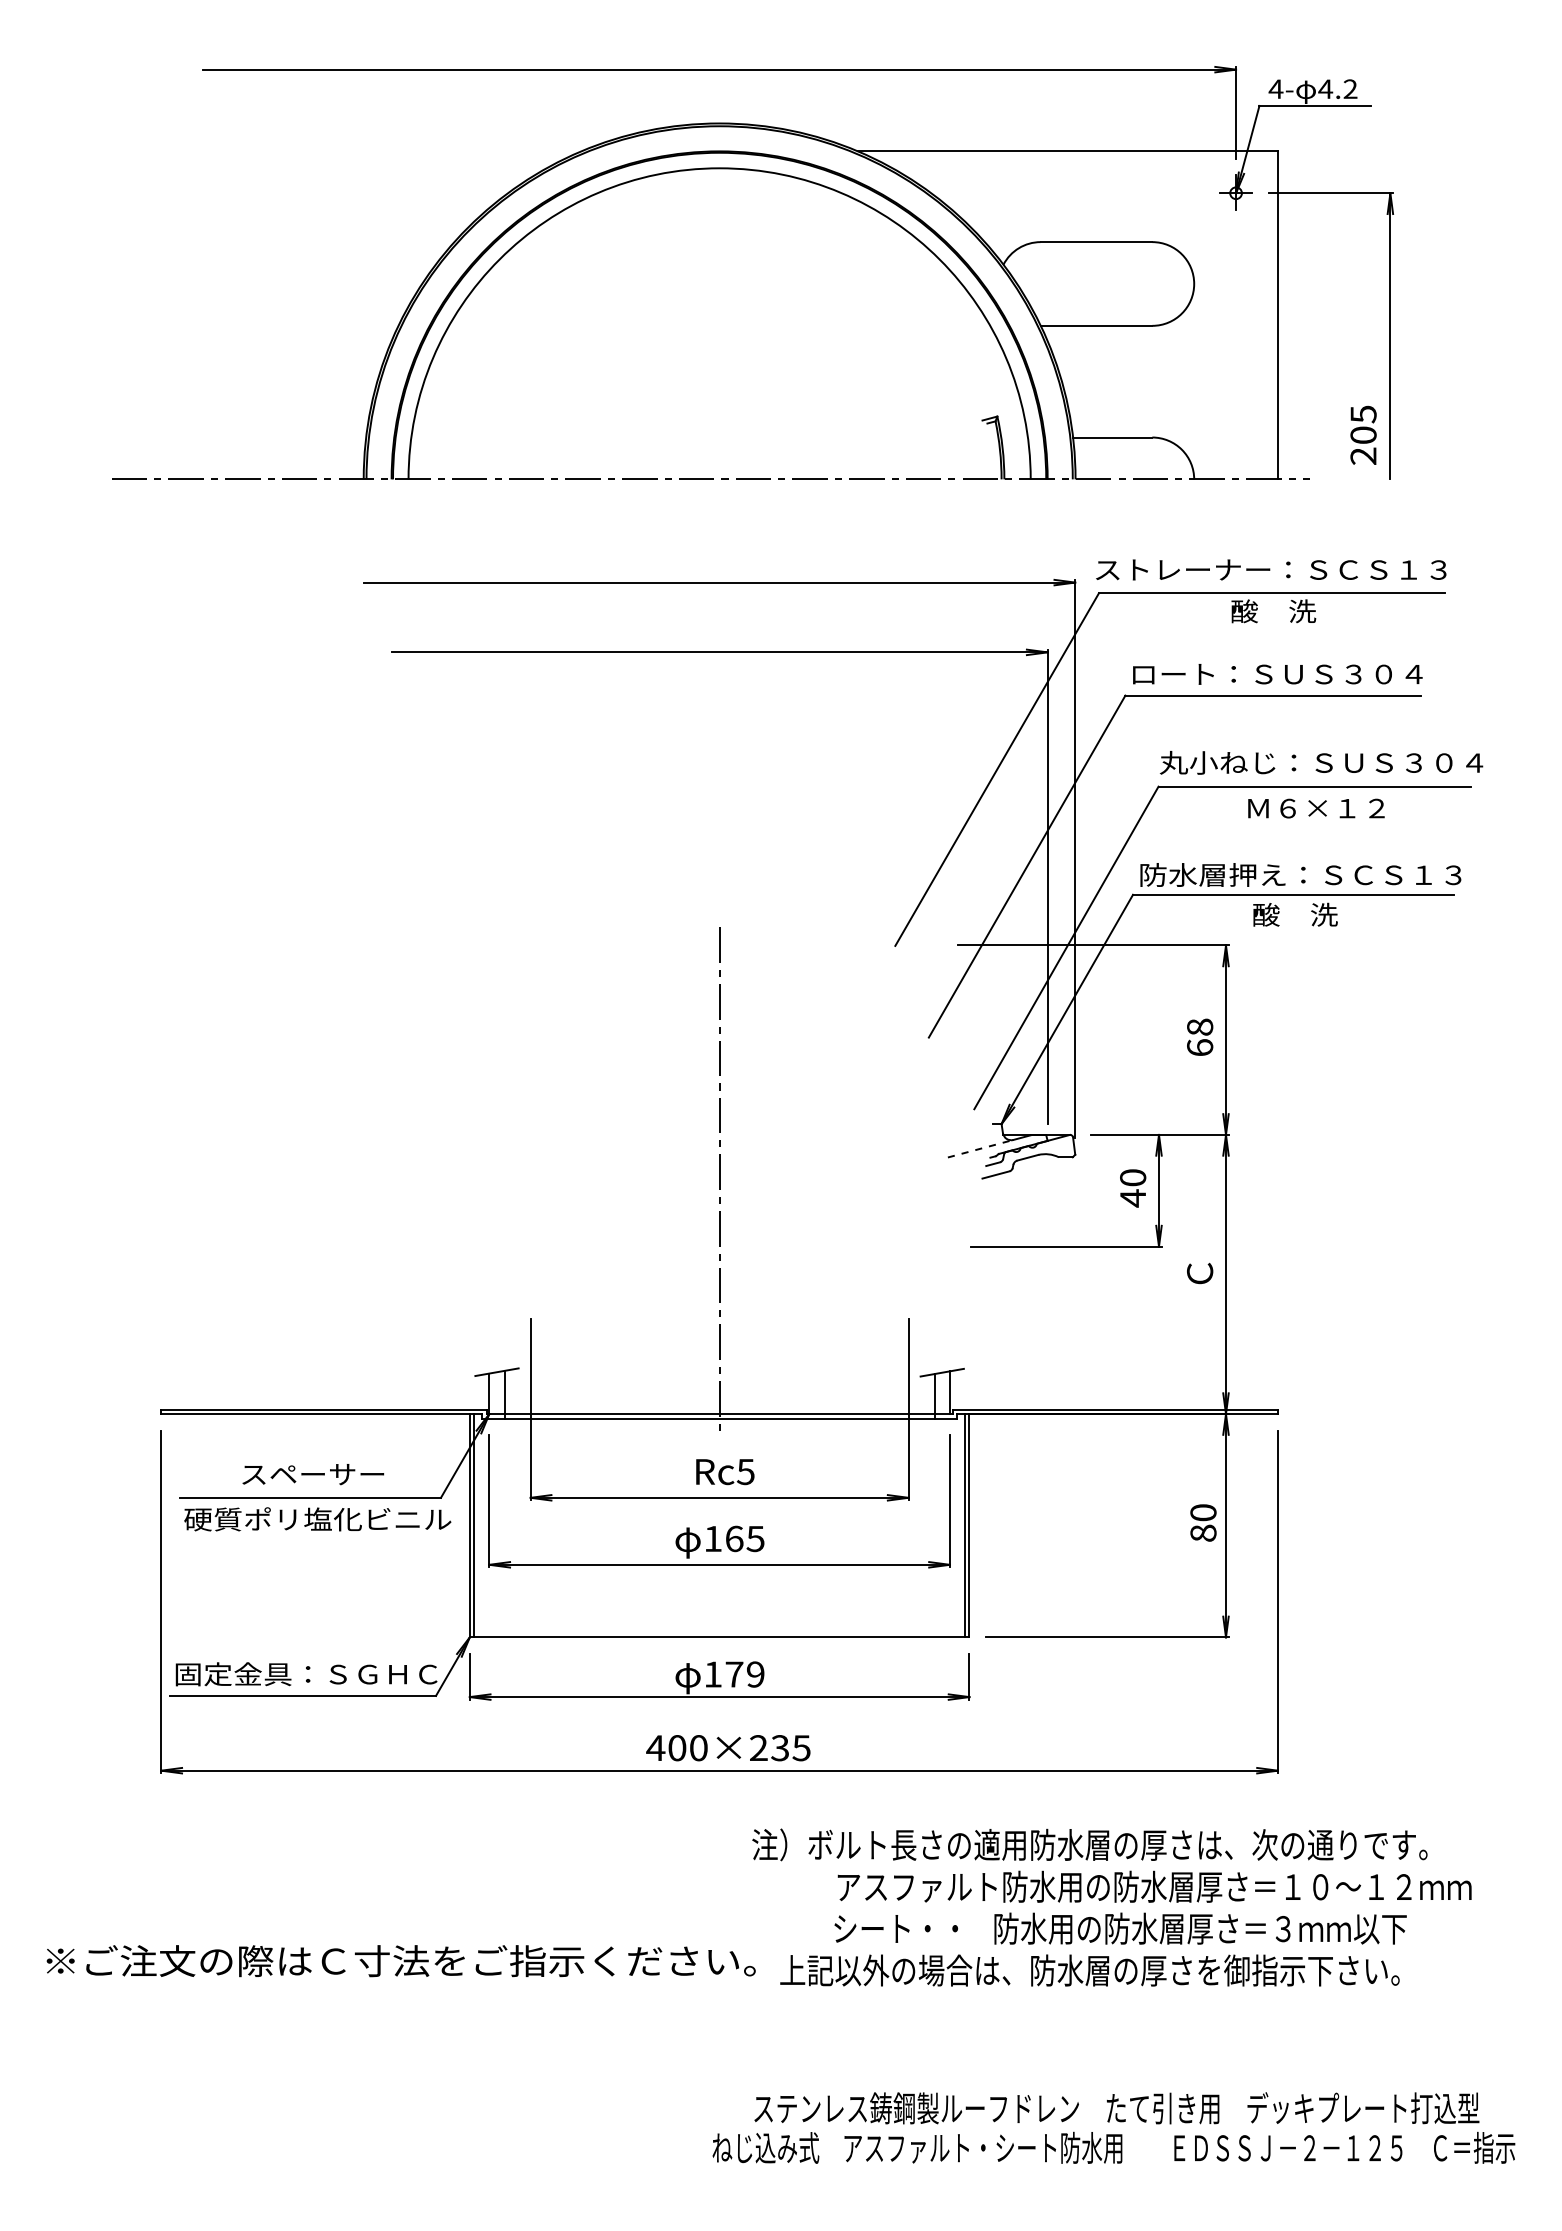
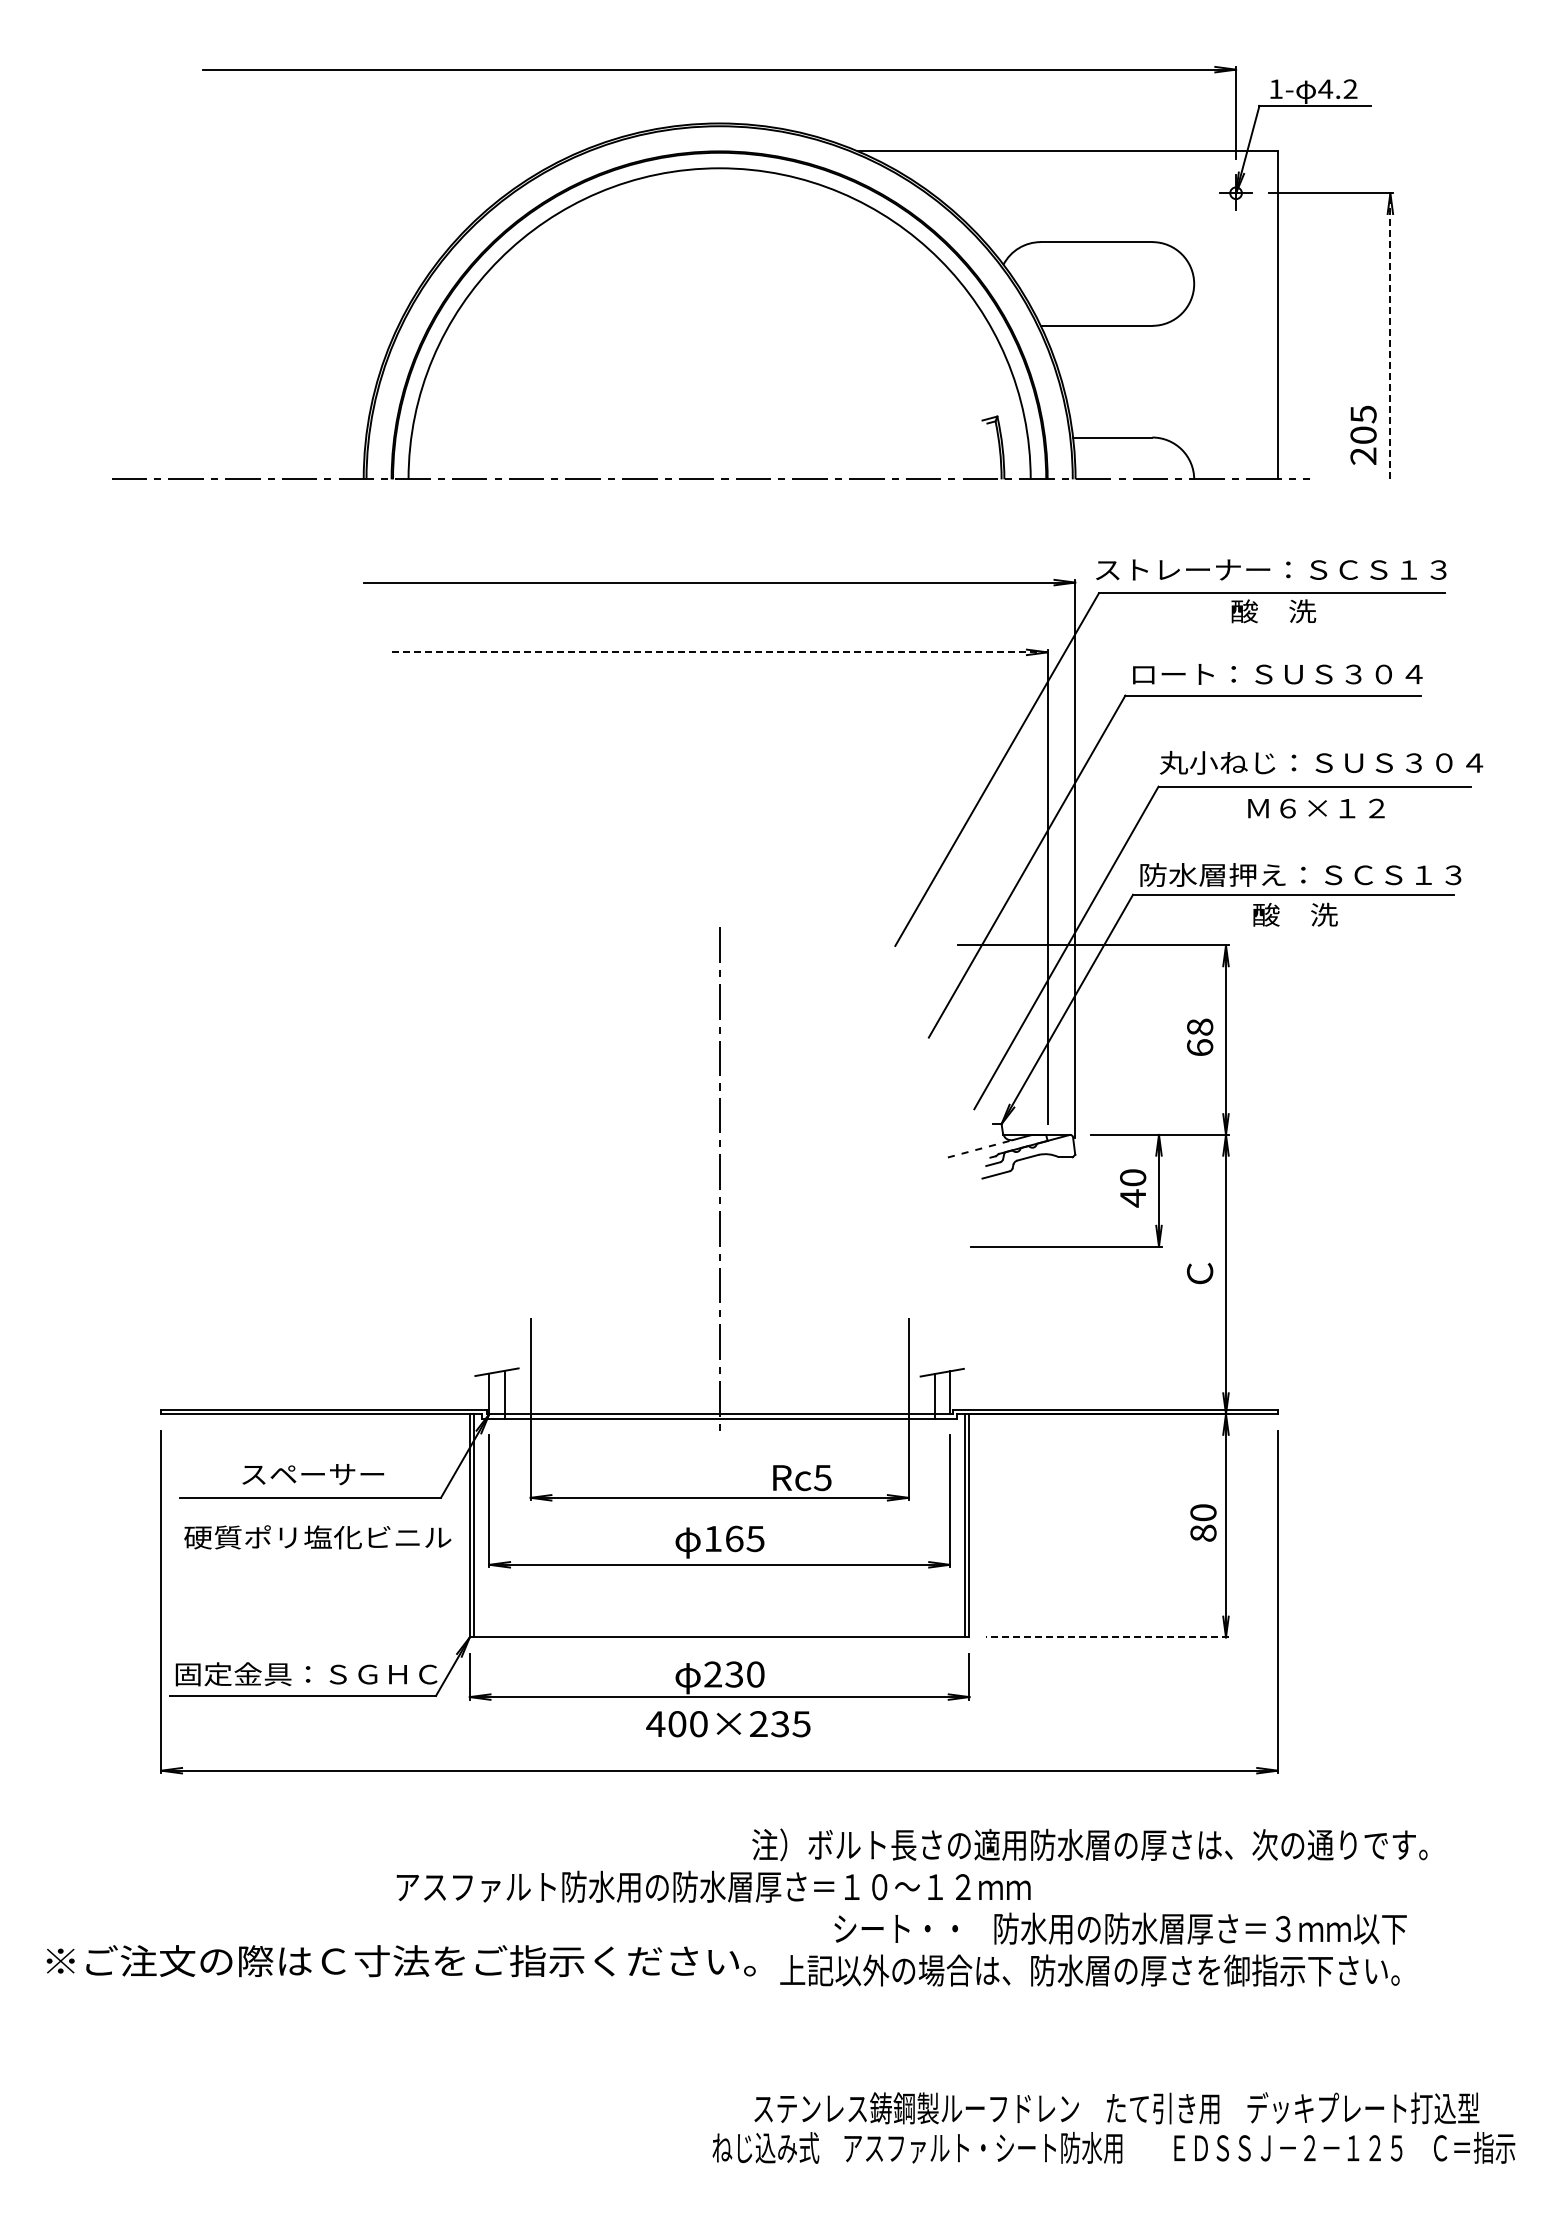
text at (1275, 88): 4- -> 1-
line at (1390, 335): solid -> dashed
line at (720, 652): solid -> dashed
text at (725, 1472) position: (725, 1472) -> (802, 1478)
text at (317, 1519) position: (317, 1519) -> (317, 1537)
line at (1106, 1637): solid -> dashed
text at (734, 1674): 179 -> 230
text at (728, 1748) position: (728, 1748) -> (728, 1724)
text at (1154, 1886) position: (1154, 1886) -> (713, 1886)
